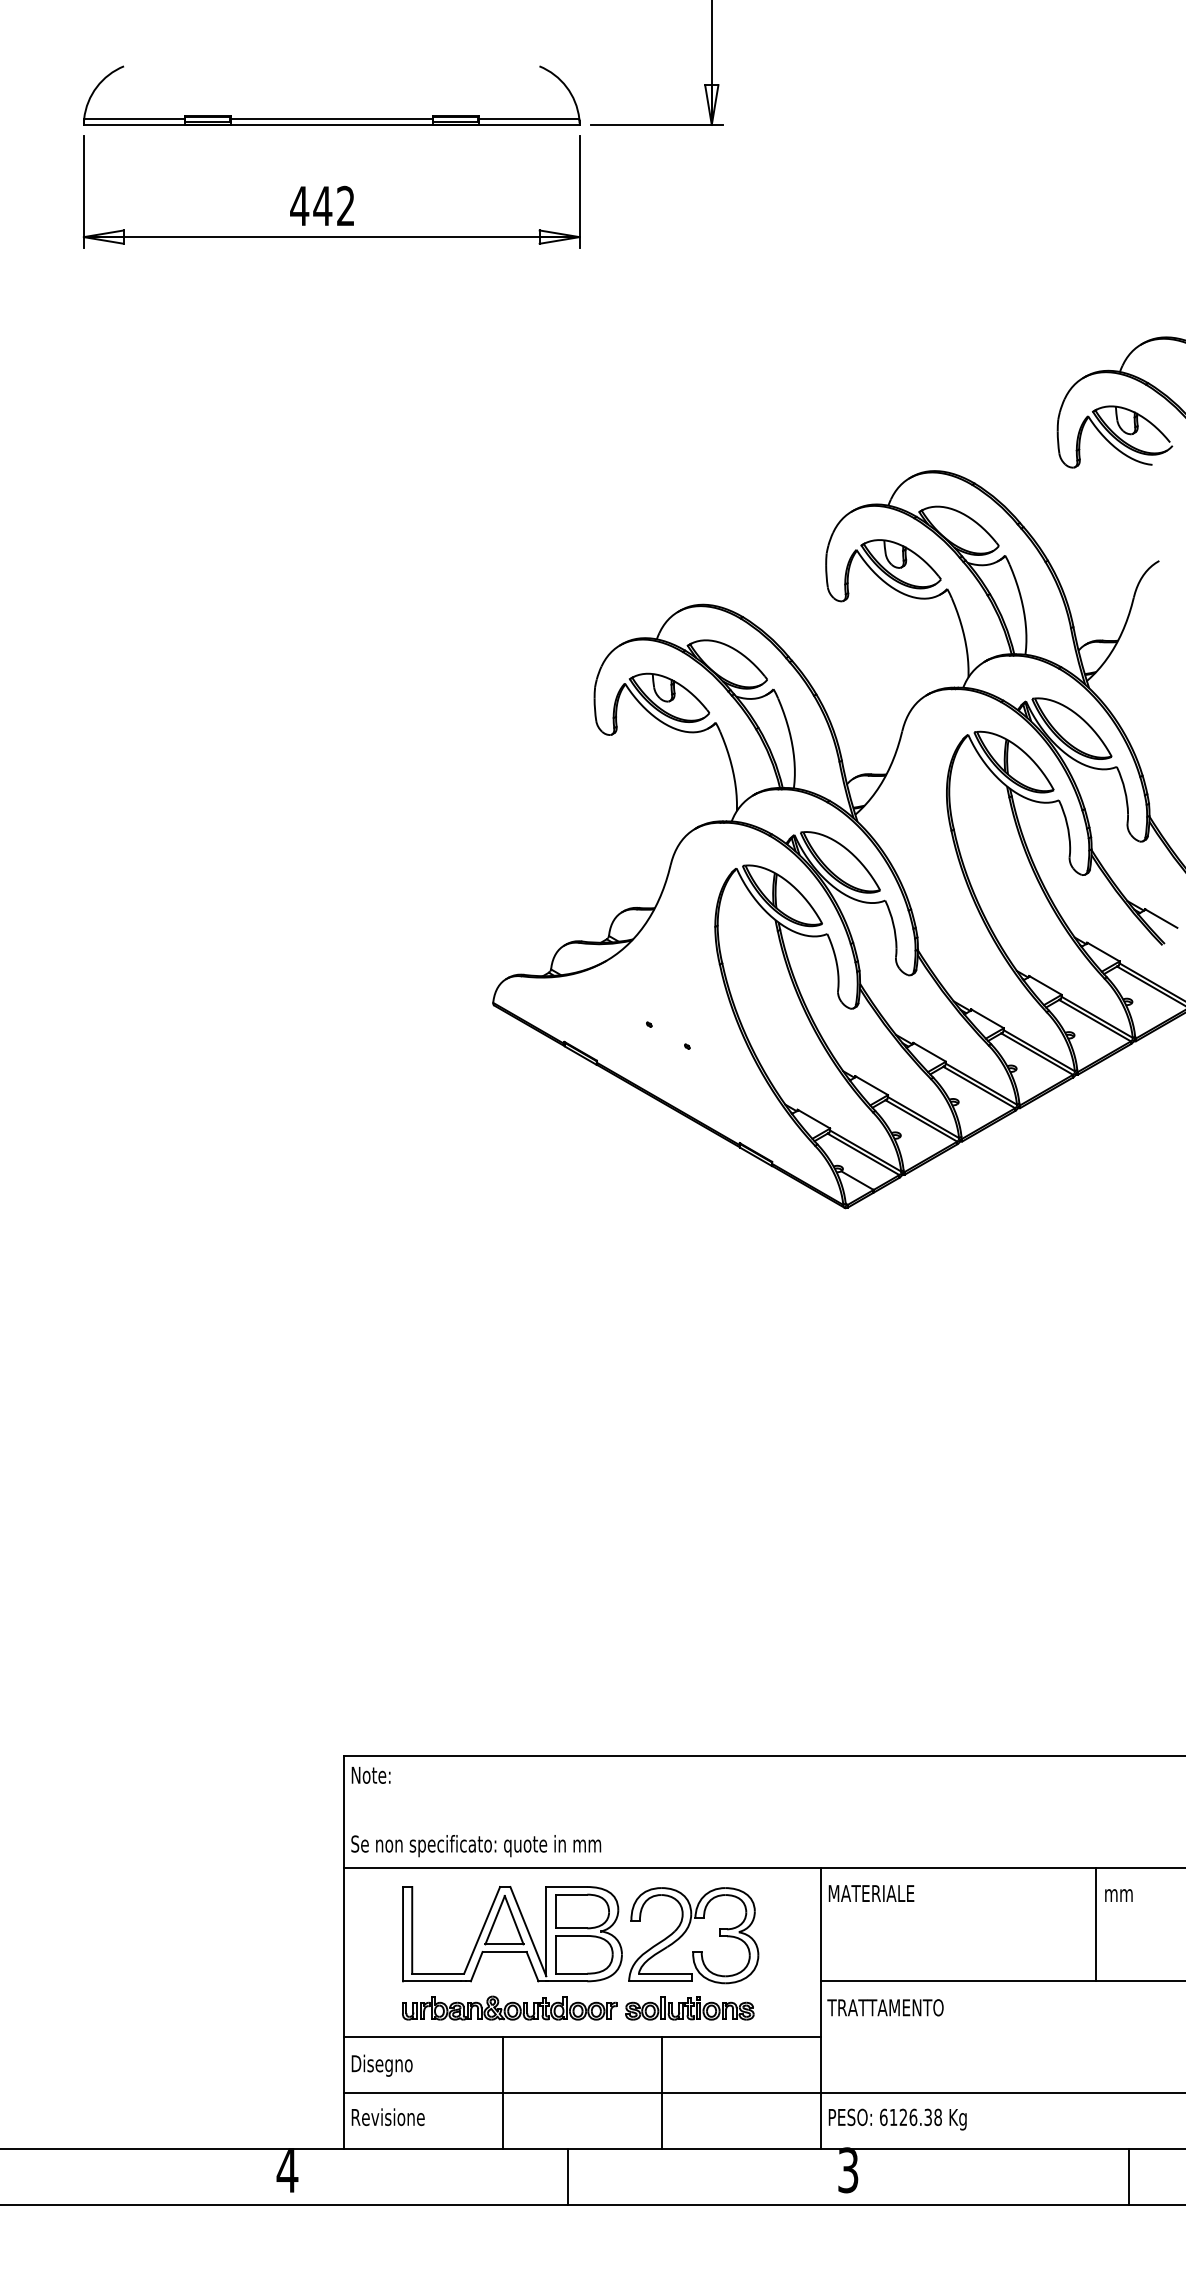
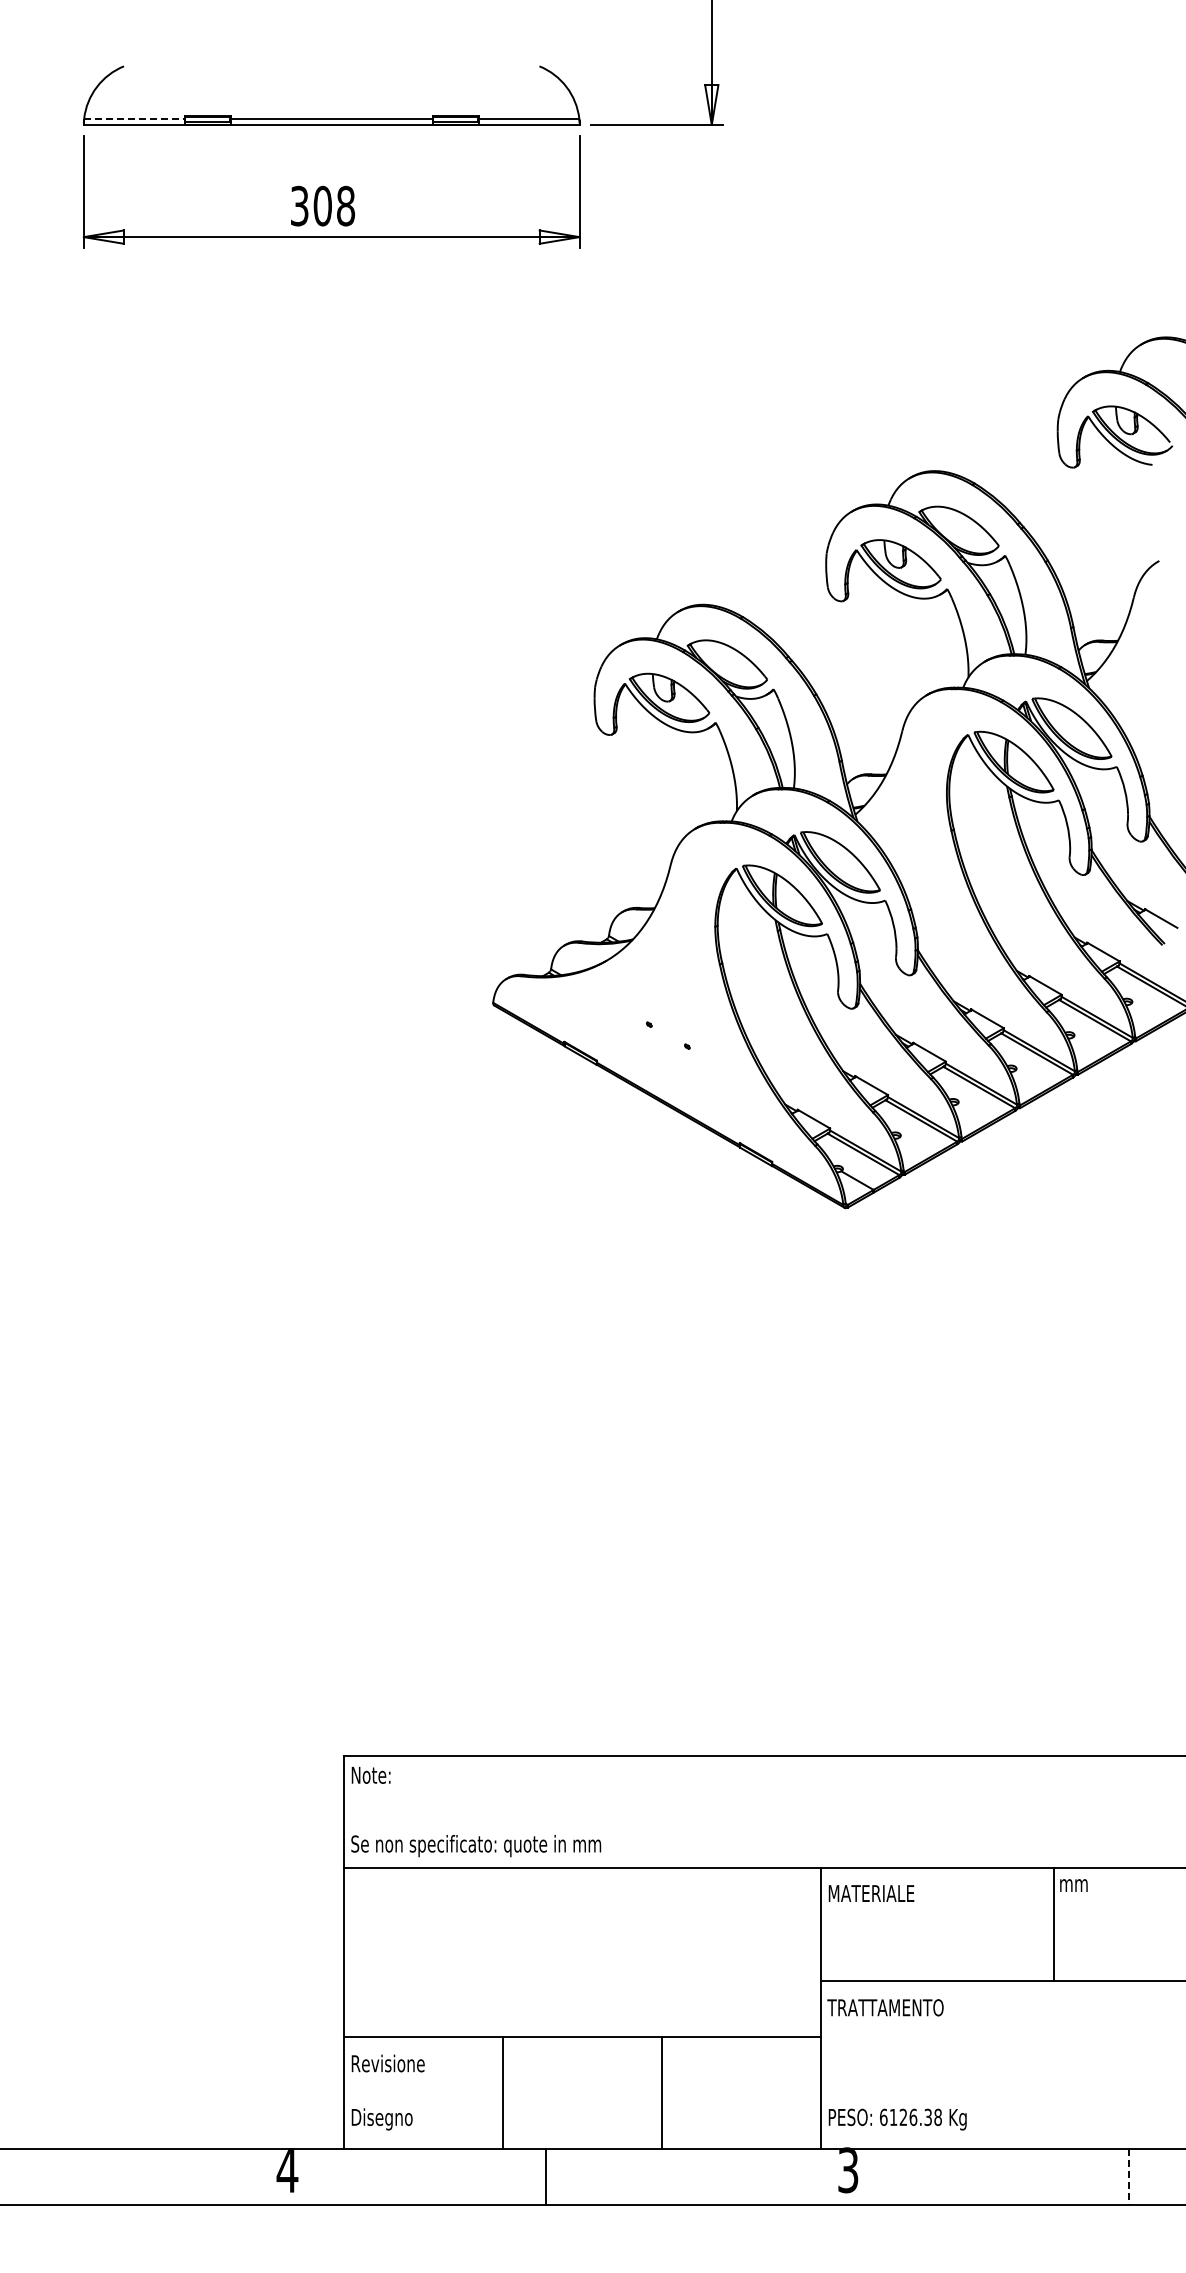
line at (135, 118): solid -> dashed
text at (322, 205): 442 -> 308
text at (1118, 1895) position: (1118, 1895) -> (1073, 1885)
line at (1095, 1924) position: (1095, 1924) -> (1053, 1924)
part at (580, 1953): present -> none
text at (388, 2065): Disegno -> Revisione
line at (763, 2092): present -> none
text at (388, 2119): Revisione -> Disegno
line at (568, 2176) position: (568, 2176) -> (546, 2176)
line at (1129, 2177): solid -> dashed
